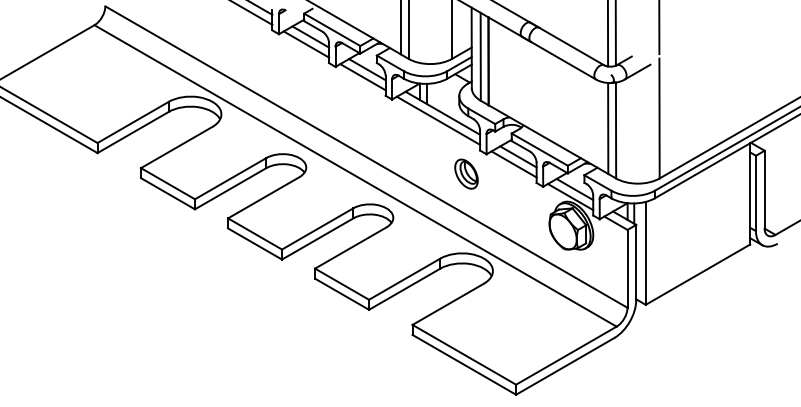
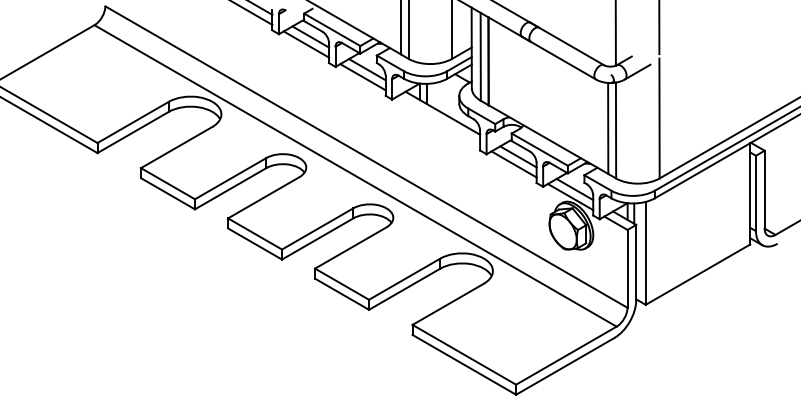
line at (607, 34): present -> none
line at (438, 120): present -> none
part at (466, 173): present -> none
